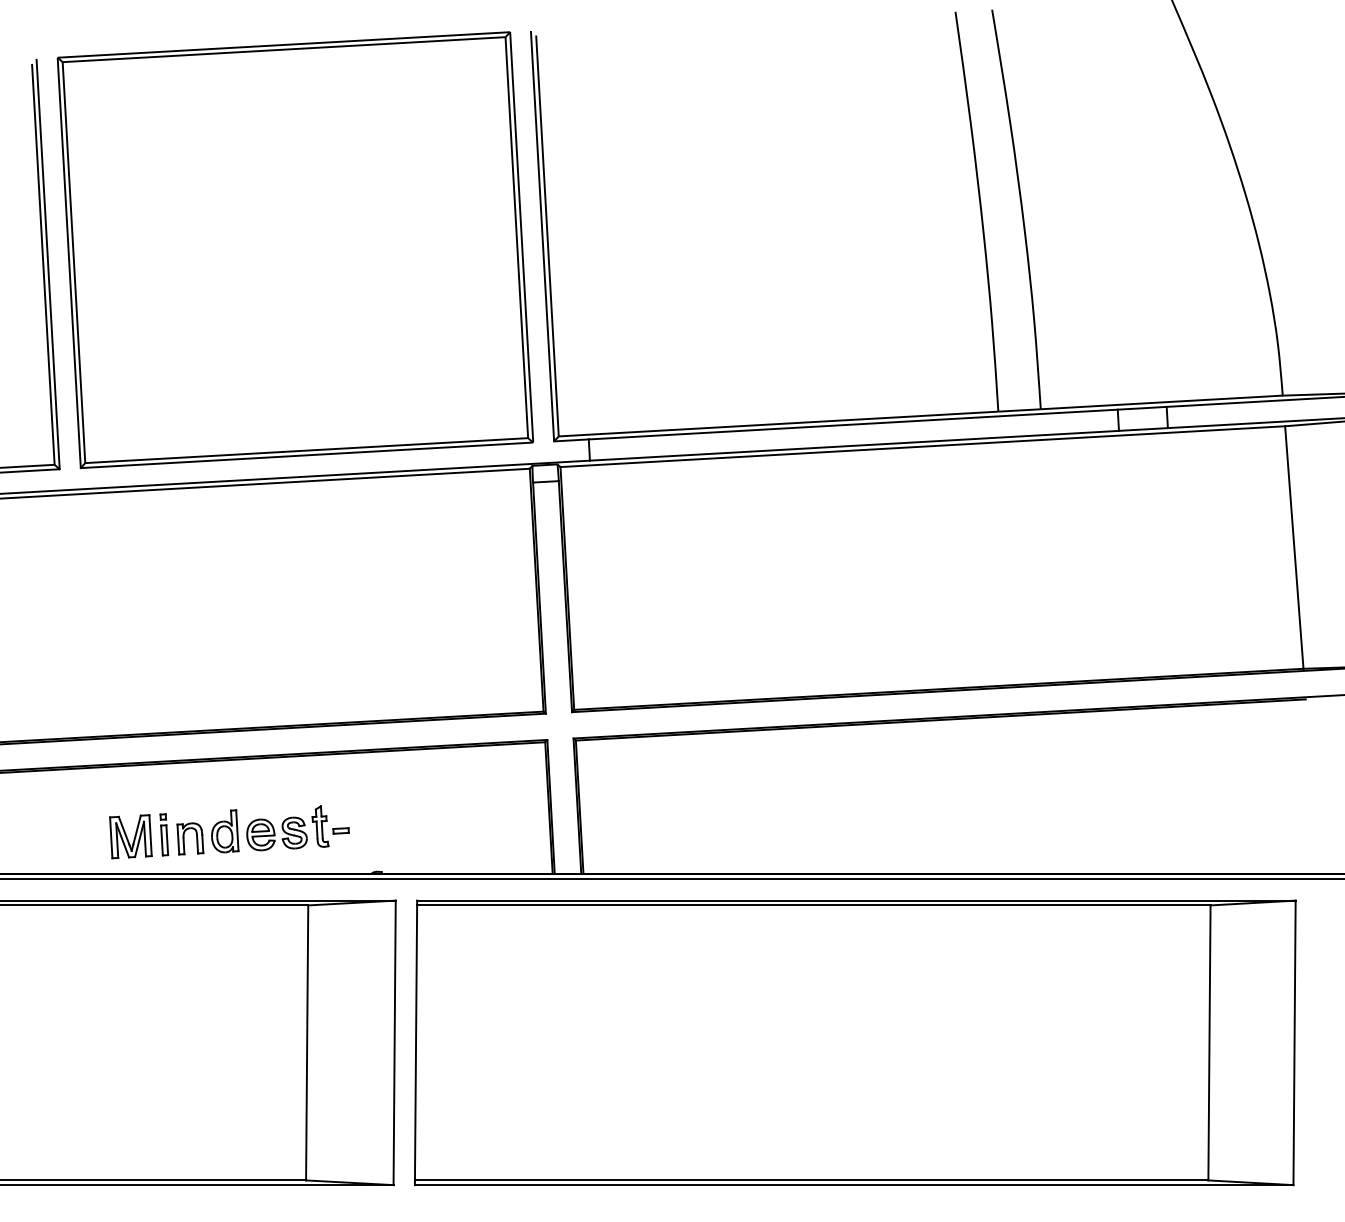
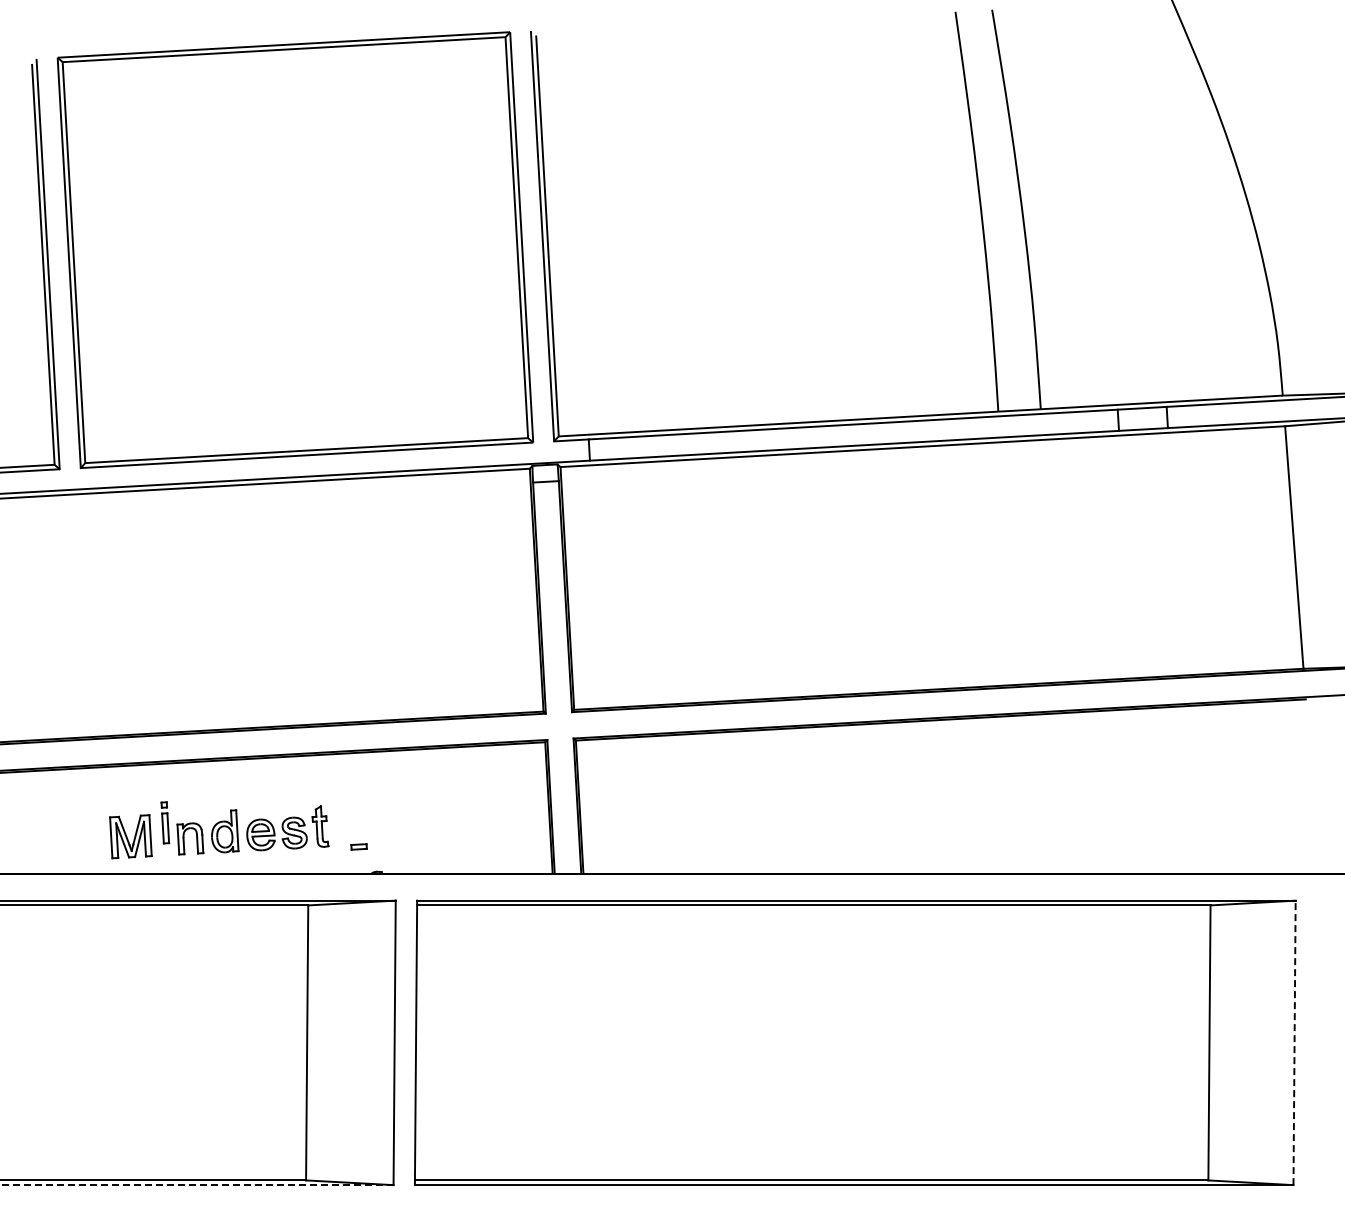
part at (340, 830) position: (340, 830) -> (358, 846)
part at (164, 834) position: (164, 834) -> (165, 822)
line at (671, 879): present -> none
line at (1294, 1042): solid -> dashed
line at (196, 1185): solid -> dashed
